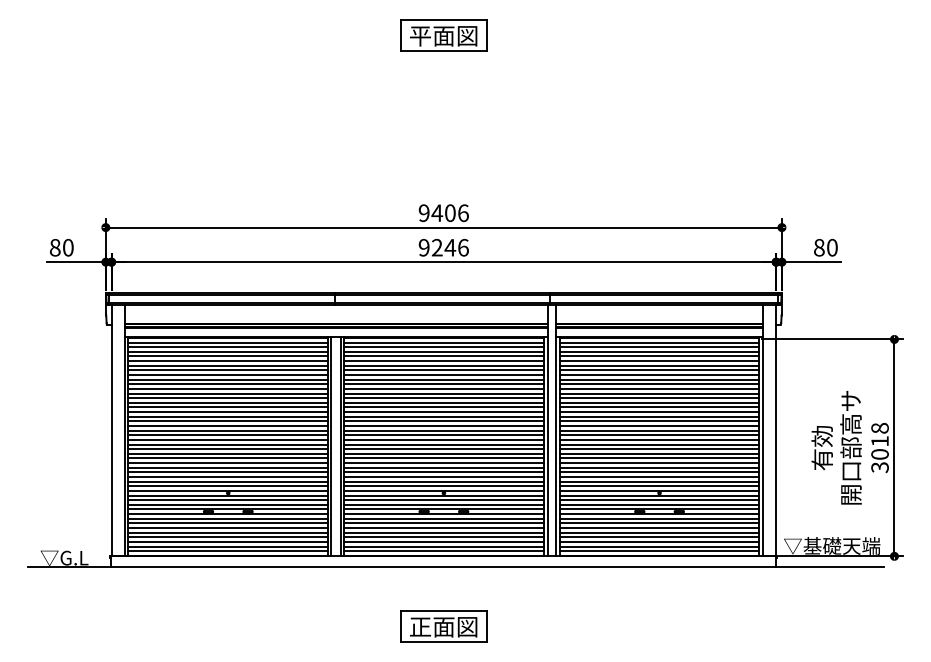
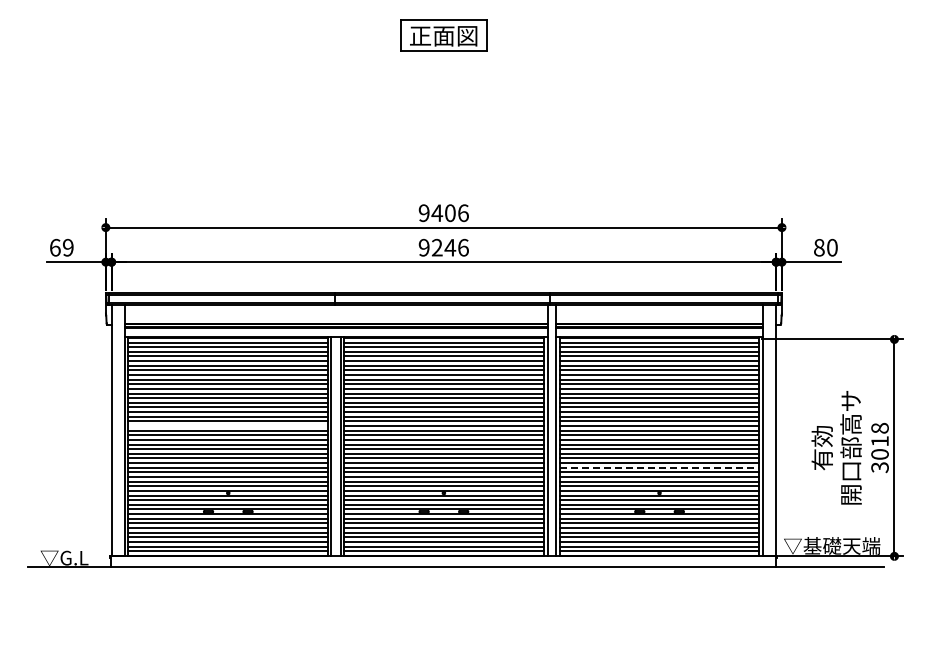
text at (420, 36): 平面図 -> 正面図
text at (61, 247): 80 -> 69
line at (228, 425): present -> none
line at (659, 467): solid -> dashed
part at (443, 626): present -> none
